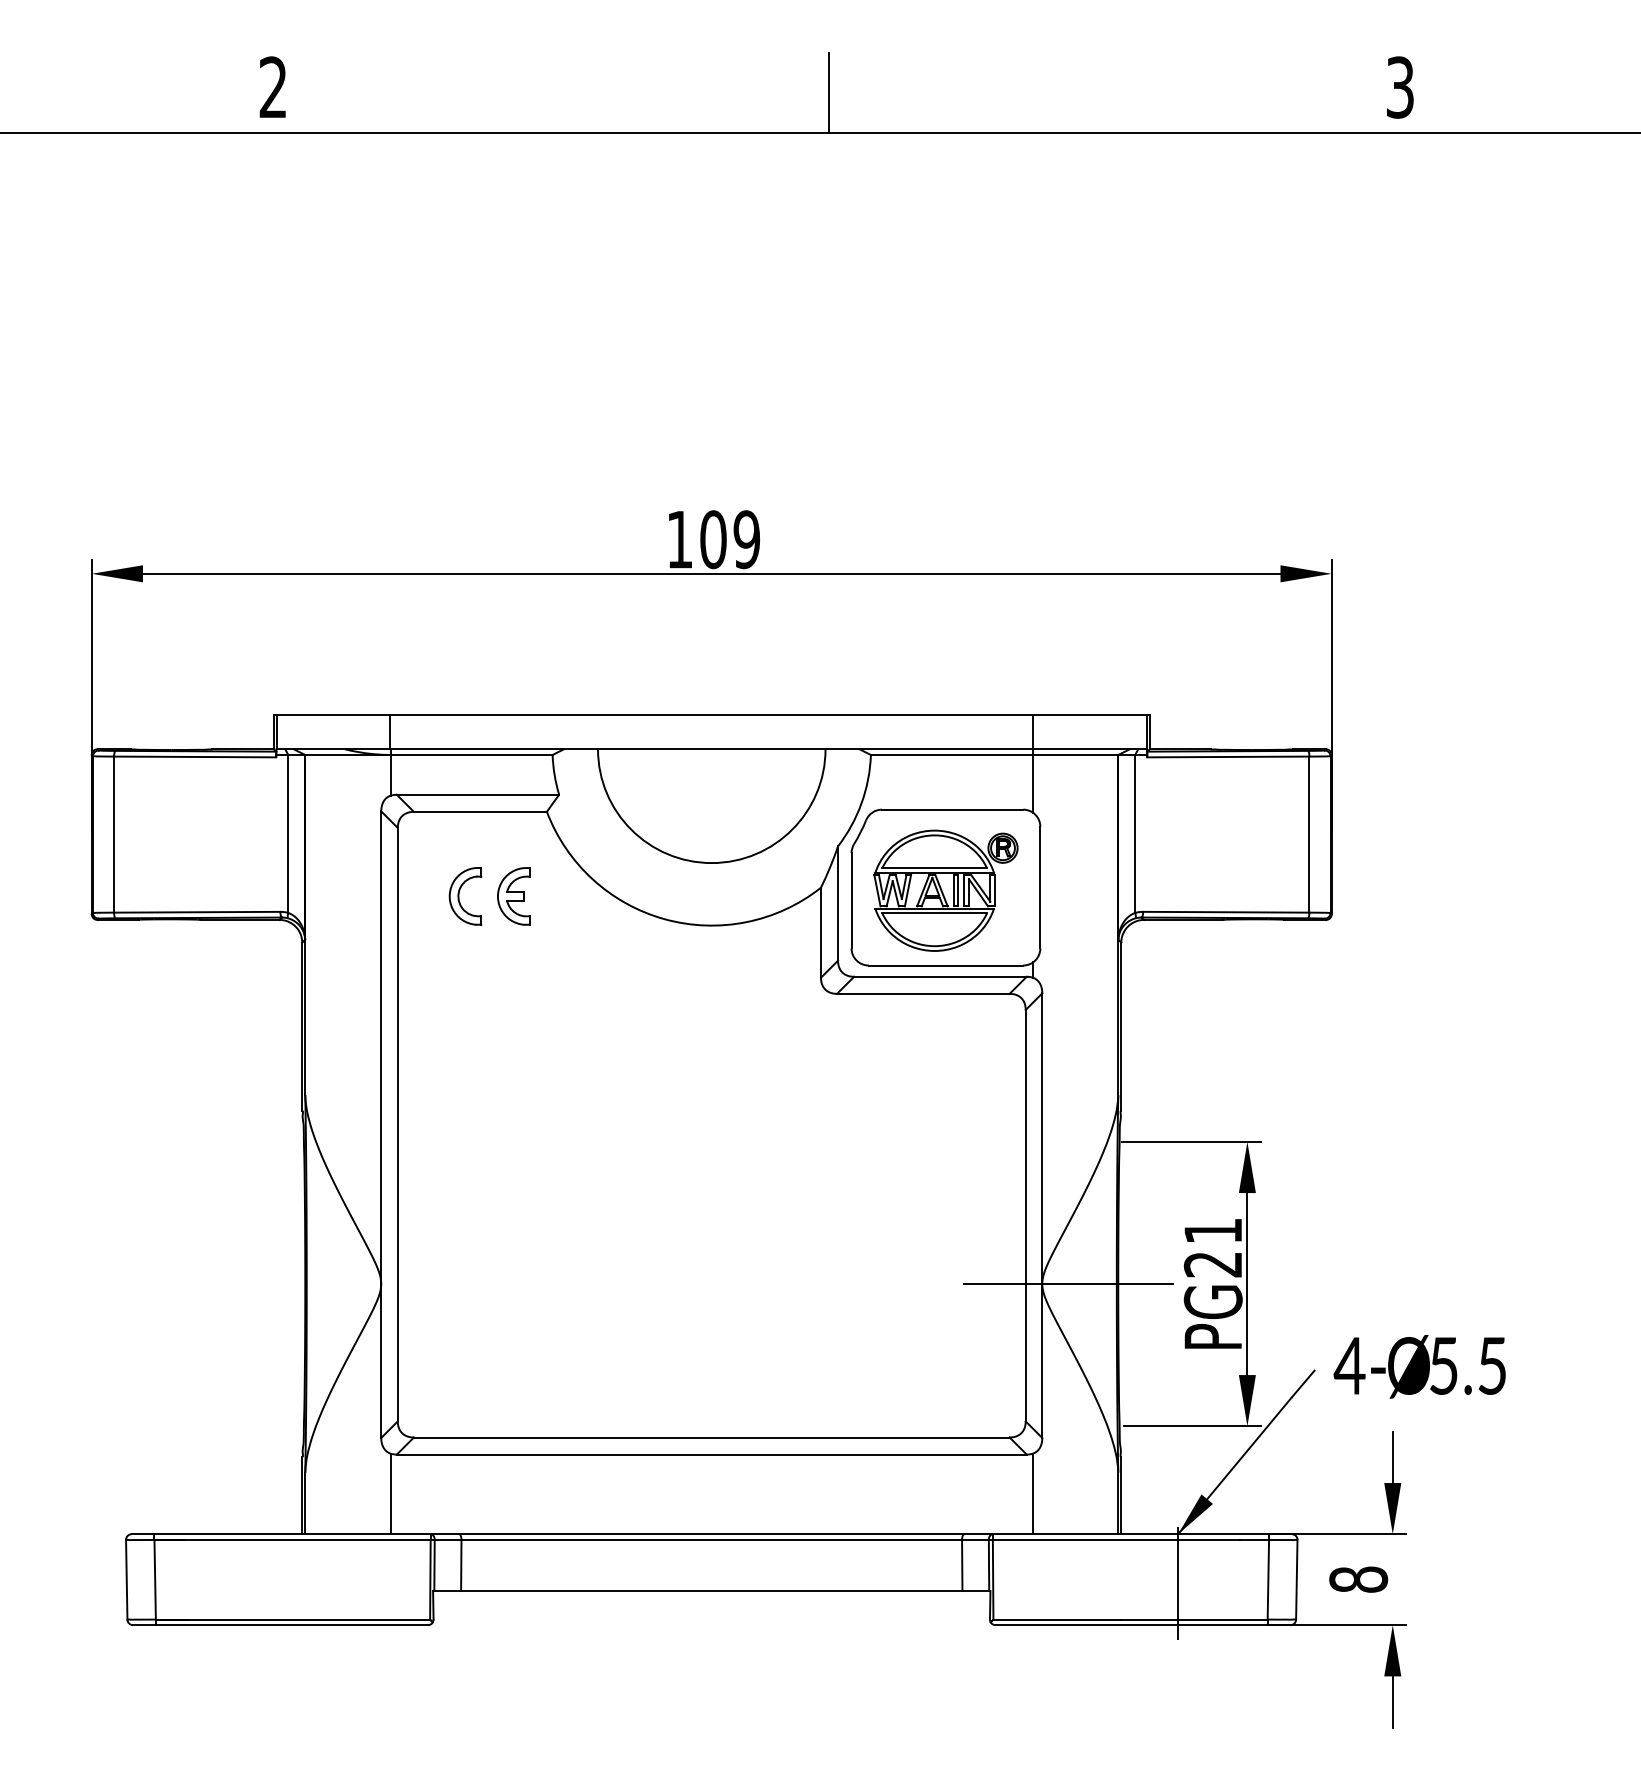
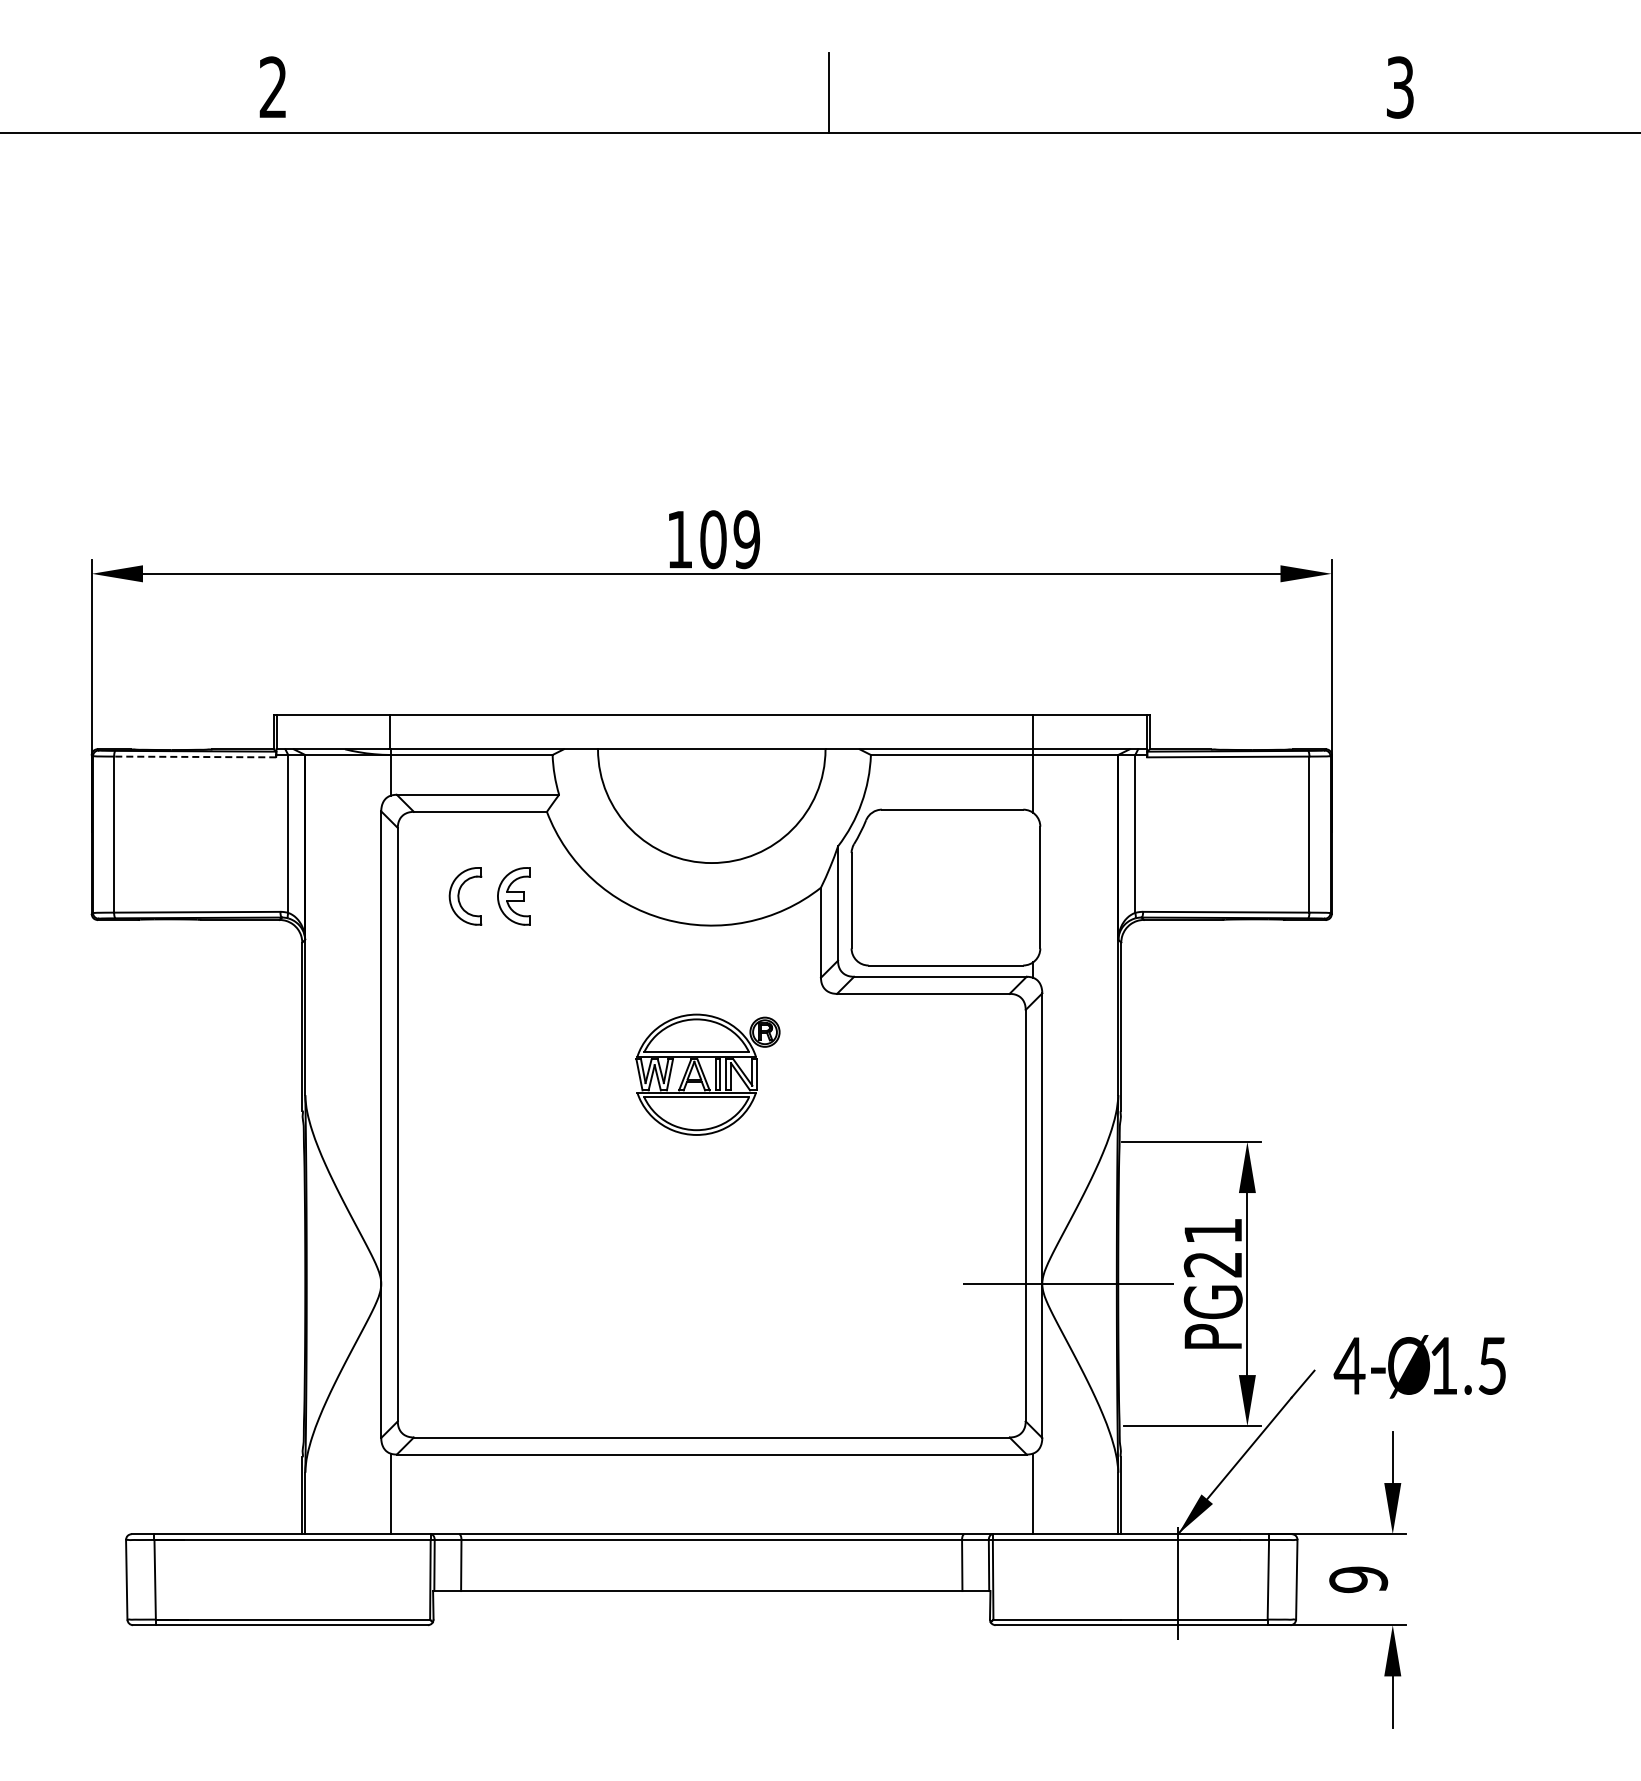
line at (194, 756): solid -> dashed
part at (945, 890) position: (945, 890) -> (707, 1074)
text at (1443, 1365): 5.5 -> 1.5
text at (1358, 1579): 8 -> 9
